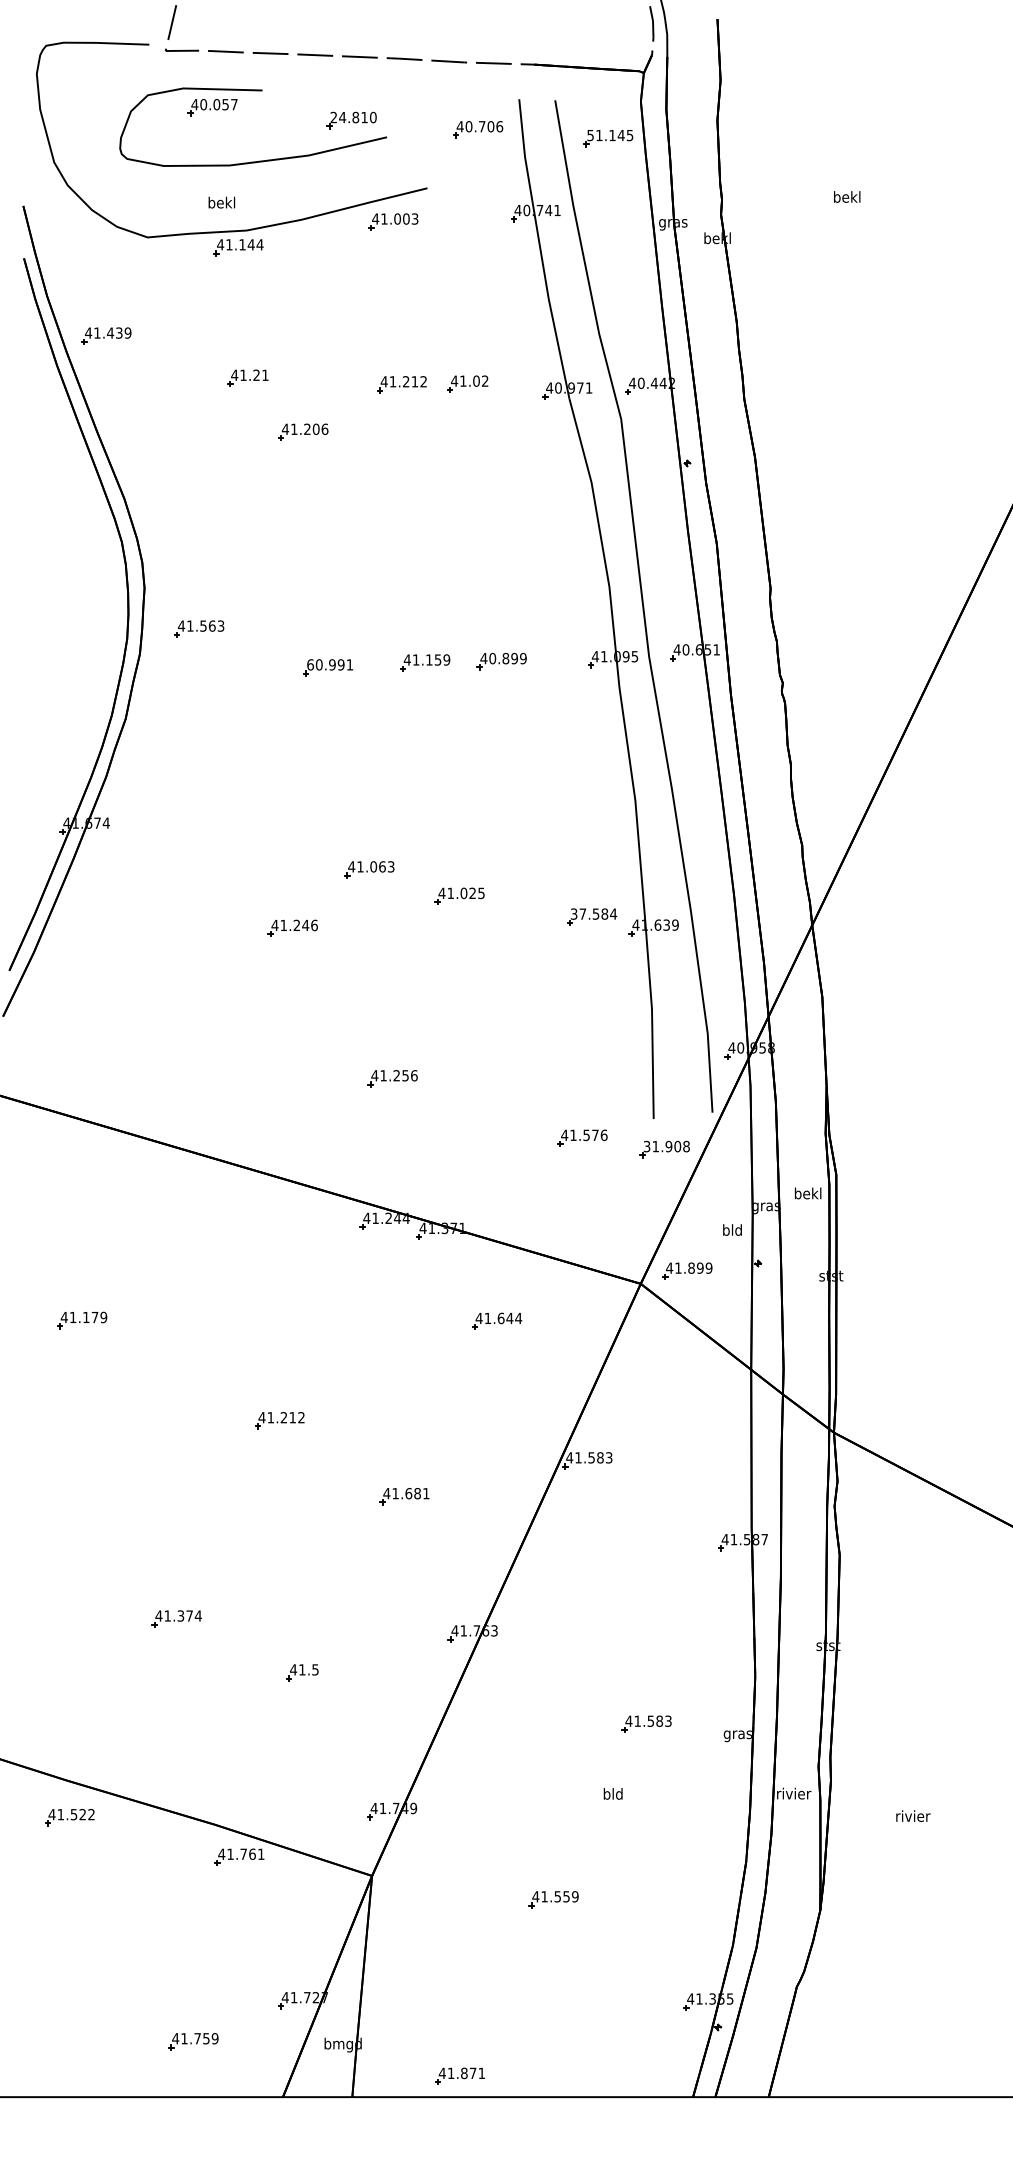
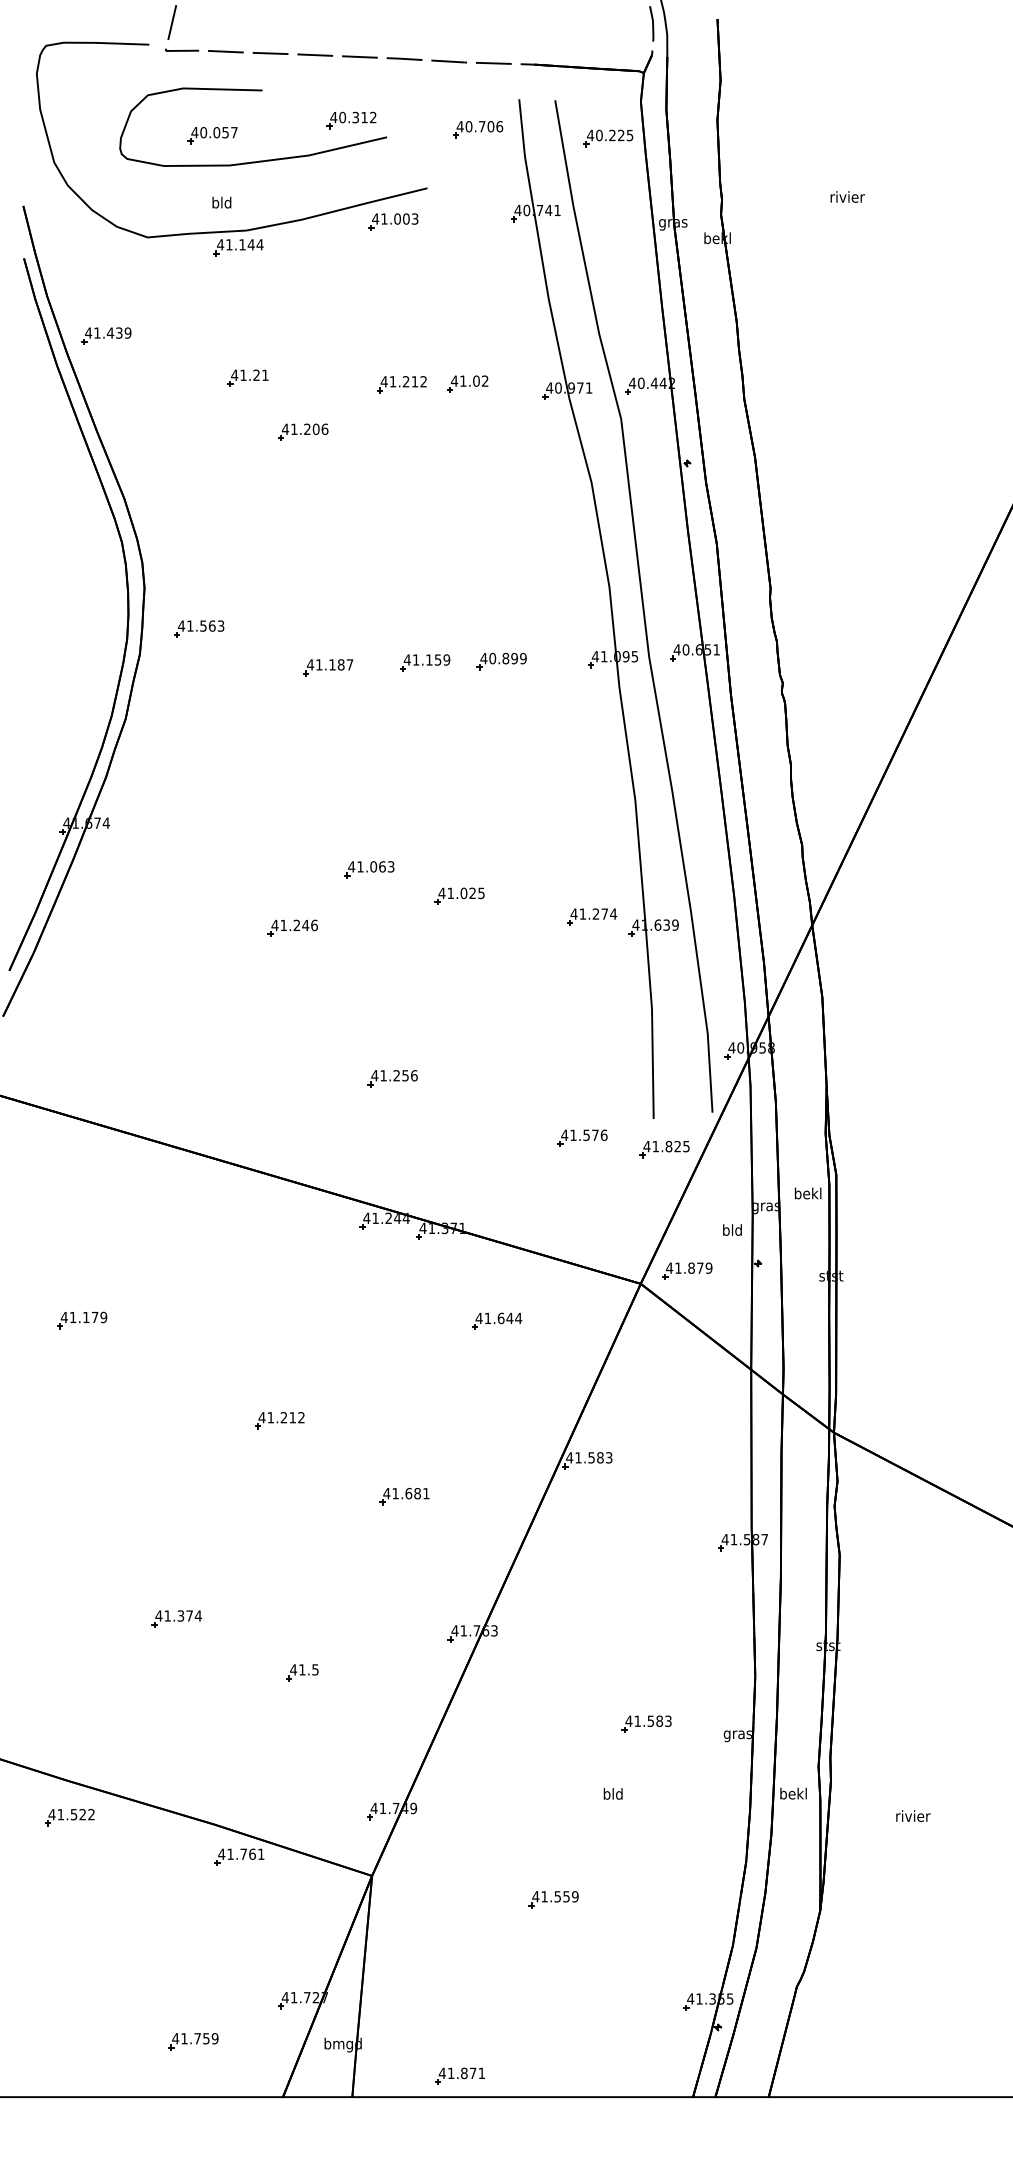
part at (212, 107) position: (212, 107) -> (212, 135)
text at (353, 117): 24.810 -> 40.312
text at (605, 135): 51.145 -> 40.225
text at (847, 196): bekl -> rivier
text at (221, 202): bekl -> bld
text at (329, 664): 60.991 -> 41.187
text at (589, 913): 37.584 -> 41.274
text at (666, 1146): 31.908 -> 41.825
text at (699, 1267): 41.899 -> 41.879
text at (794, 1793): rivier -> bekl
